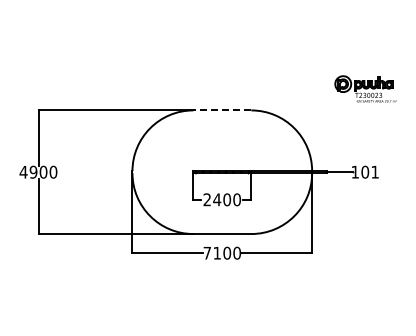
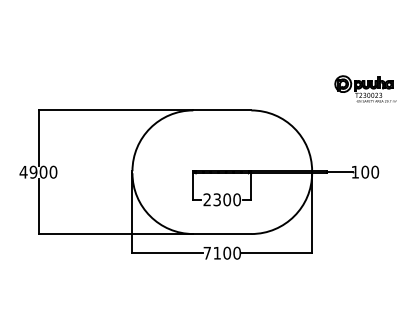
line at (221, 110): dashed -> solid
text at (375, 171): 101 -> 100
text at (217, 199): 2400 -> 2300
